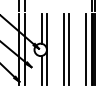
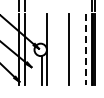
line at (41, 28): present -> none
line at (64, 49): present -> none
line at (86, 50): solid -> dashed
